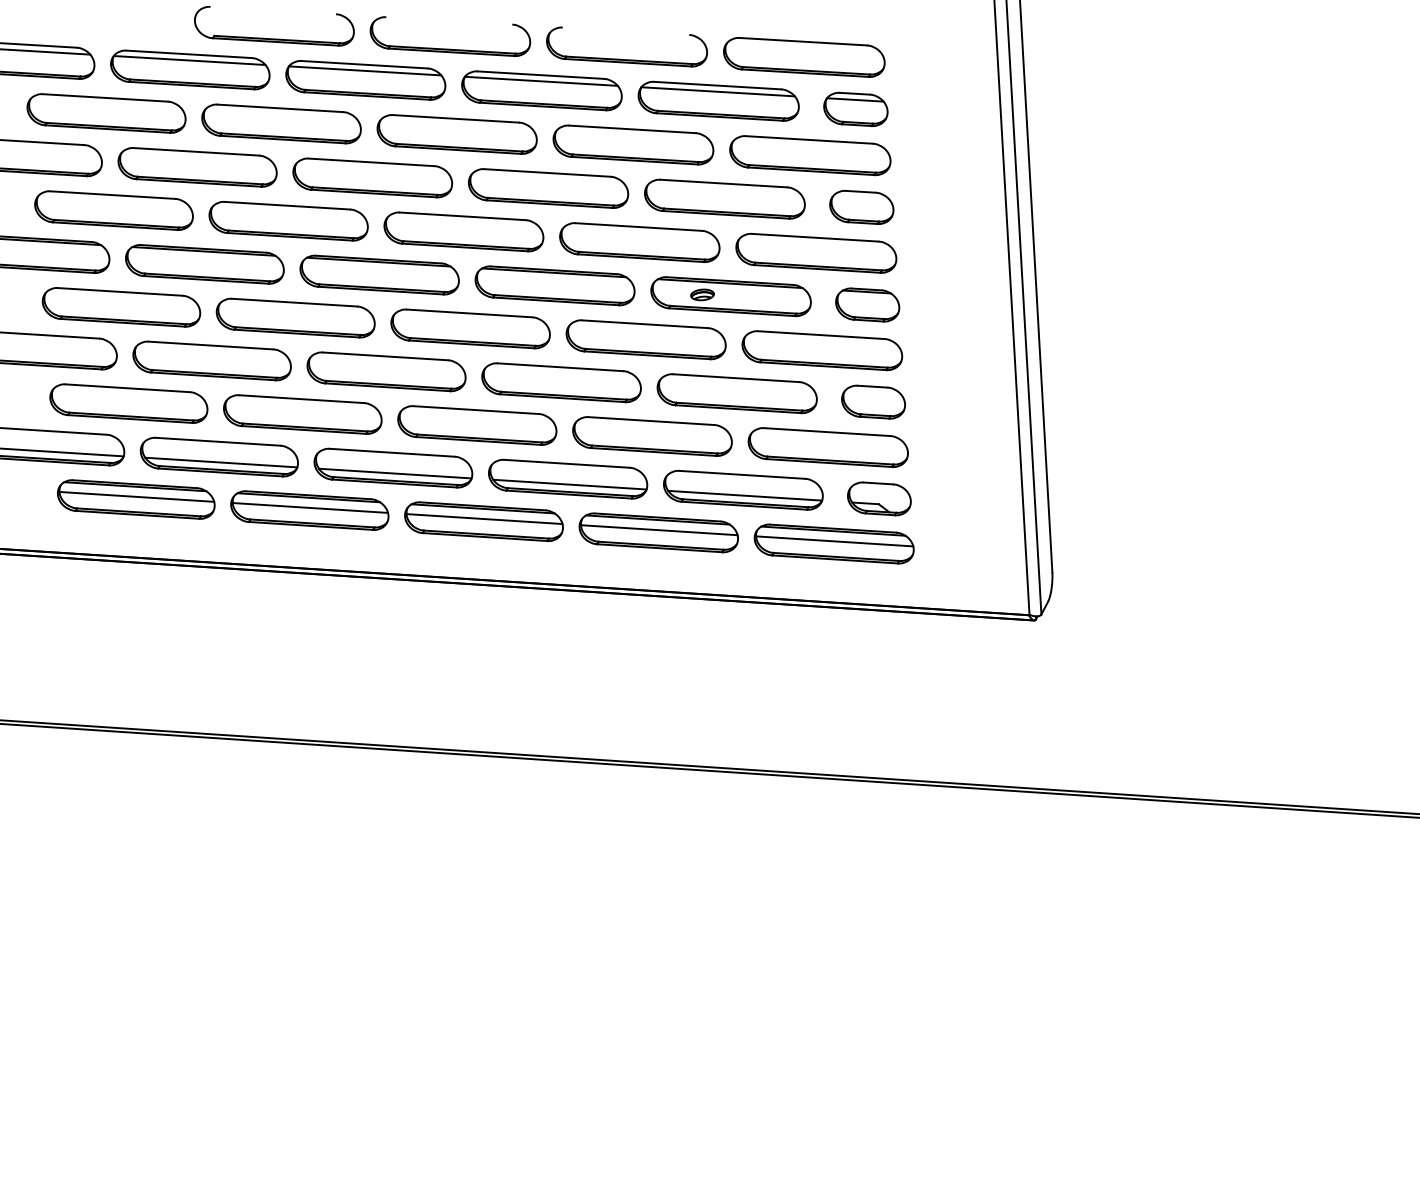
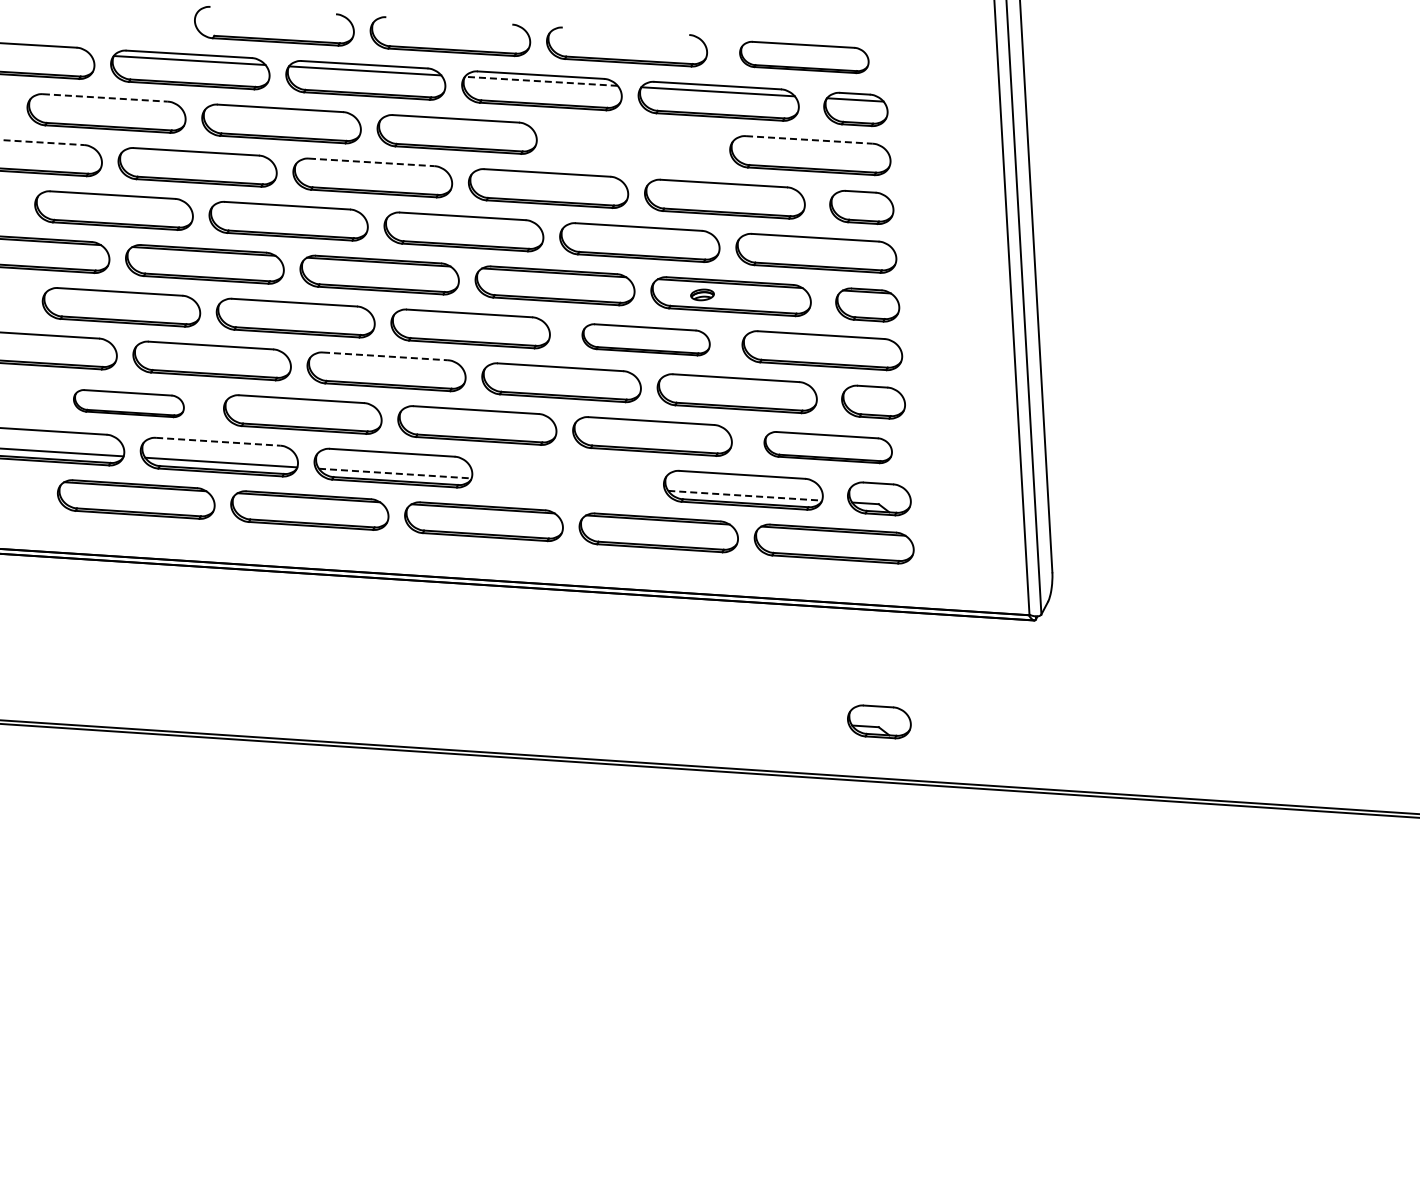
line at (46, 51): present -> none
part at (804, 57) size: 163x41 px -> 131x35 px
line at (541, 81): solid -> dashed
line at (105, 97): solid -> dashed
line at (809, 139): solid -> dashed
line at (42, 142): solid -> dashed
part at (633, 144): present -> none
line at (371, 162): solid -> dashed
part at (645, 339) size: 162x42 px -> 130x34 px
line at (385, 356): solid -> dashed
part at (128, 403) size: 160x41 px -> 112x30 px
line at (218, 441): solid -> dashed
part at (827, 447) size: 162x41 px -> 130x34 px
line at (395, 473): solid -> dashed
part at (568, 478): present -> none
line at (745, 495): solid -> dashed
line at (136, 496): present -> none
line at (310, 507): present -> none
line at (484, 519): present -> none
line at (659, 530): present -> none
line at (834, 541): present -> none
part at (879, 721): none -> present
